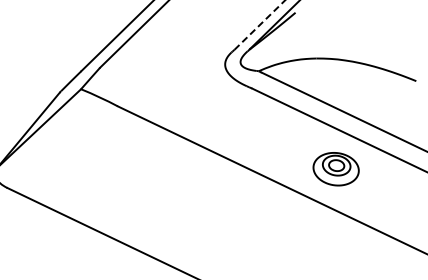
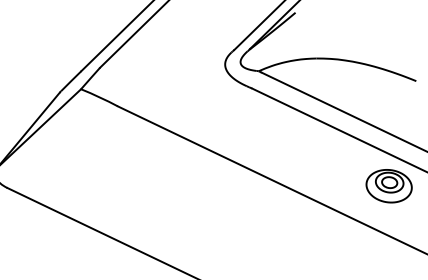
line at (260, 24): dashed -> solid
part at (335, 169) position: (335, 169) -> (388, 186)
